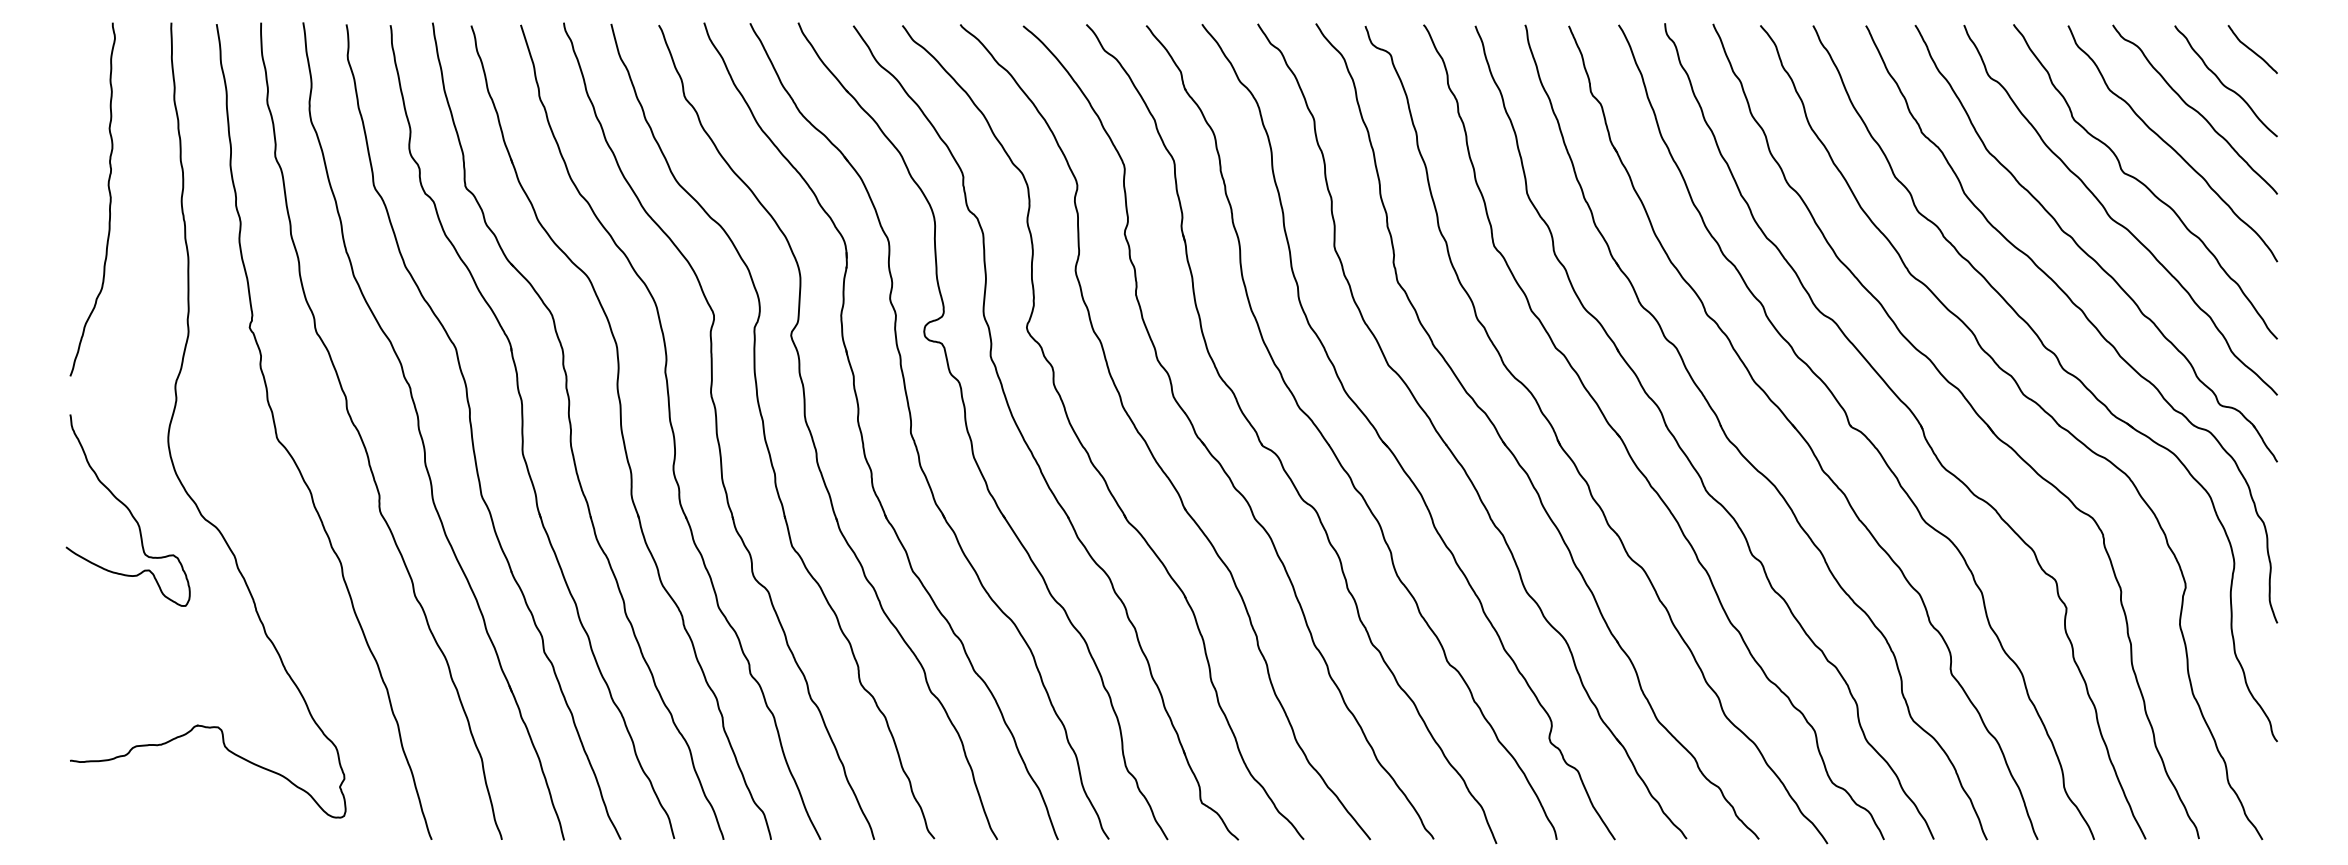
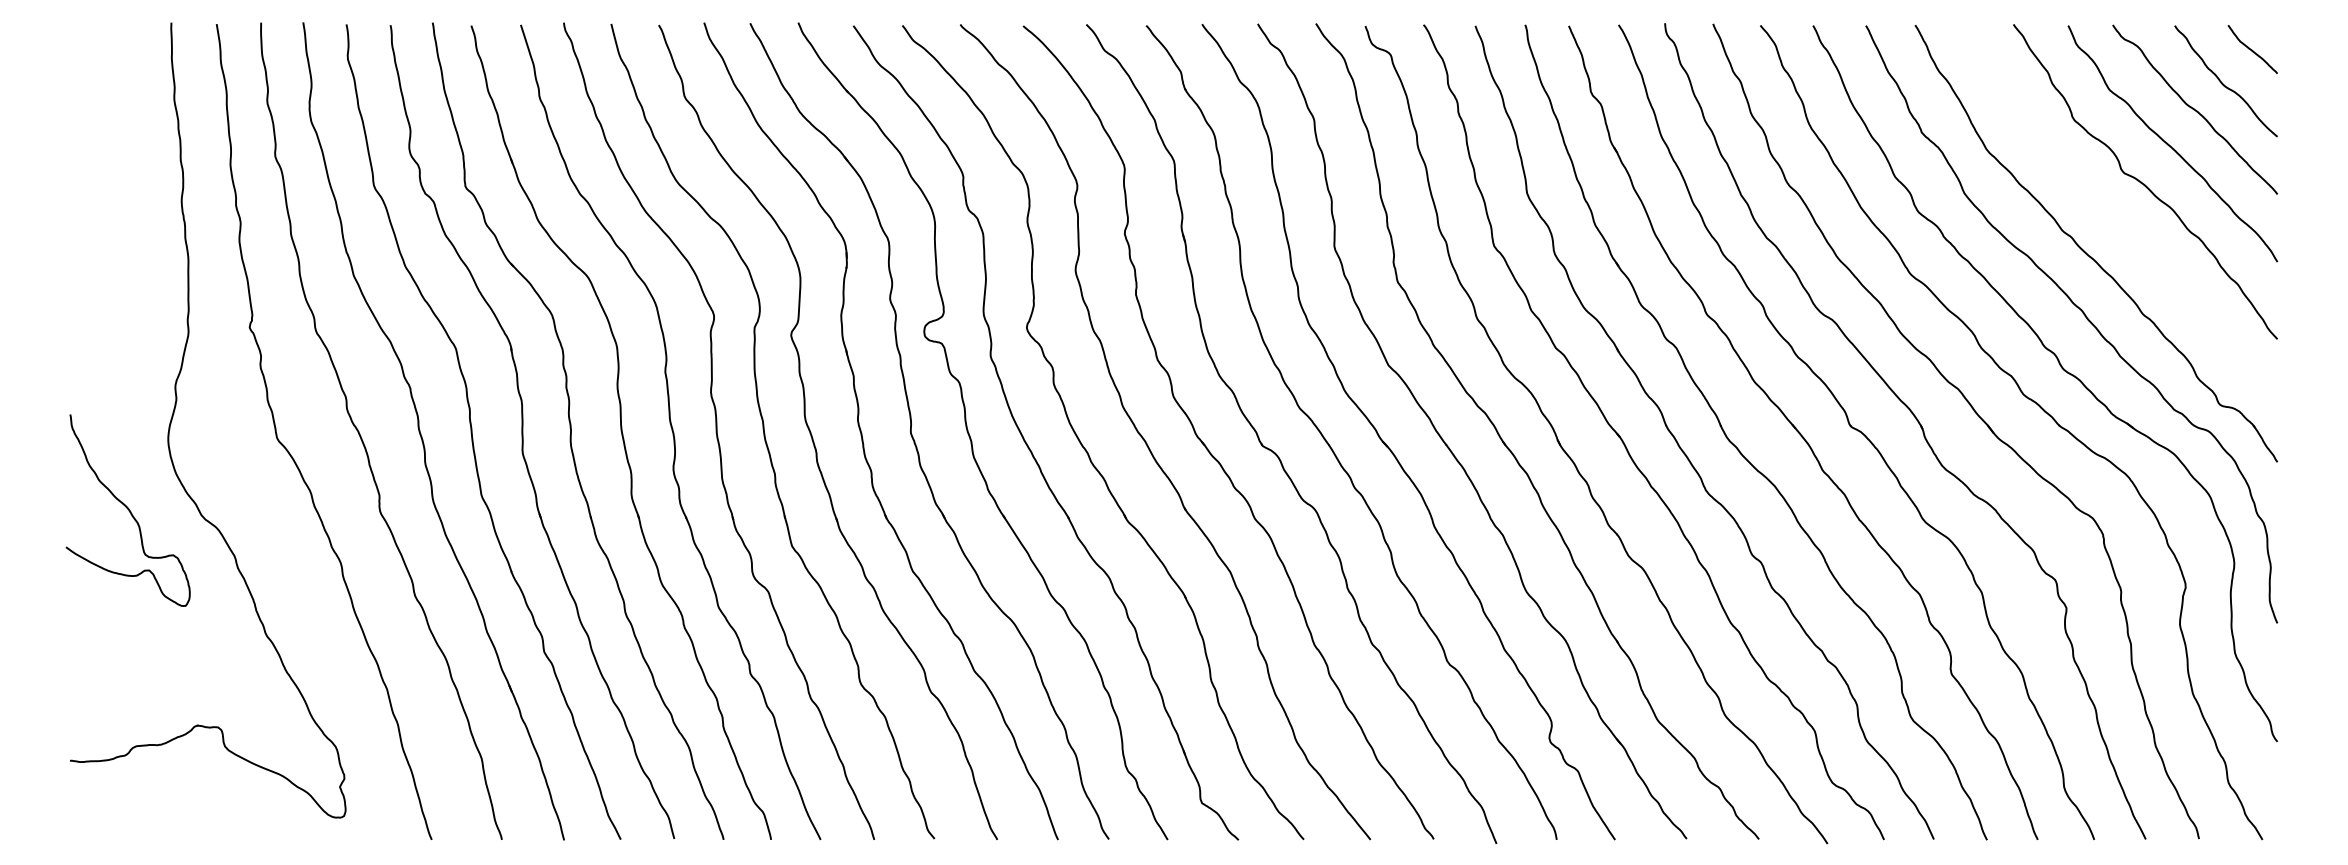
curve at (109, 199): present -> none
curve at (2114, 219): present -> none
